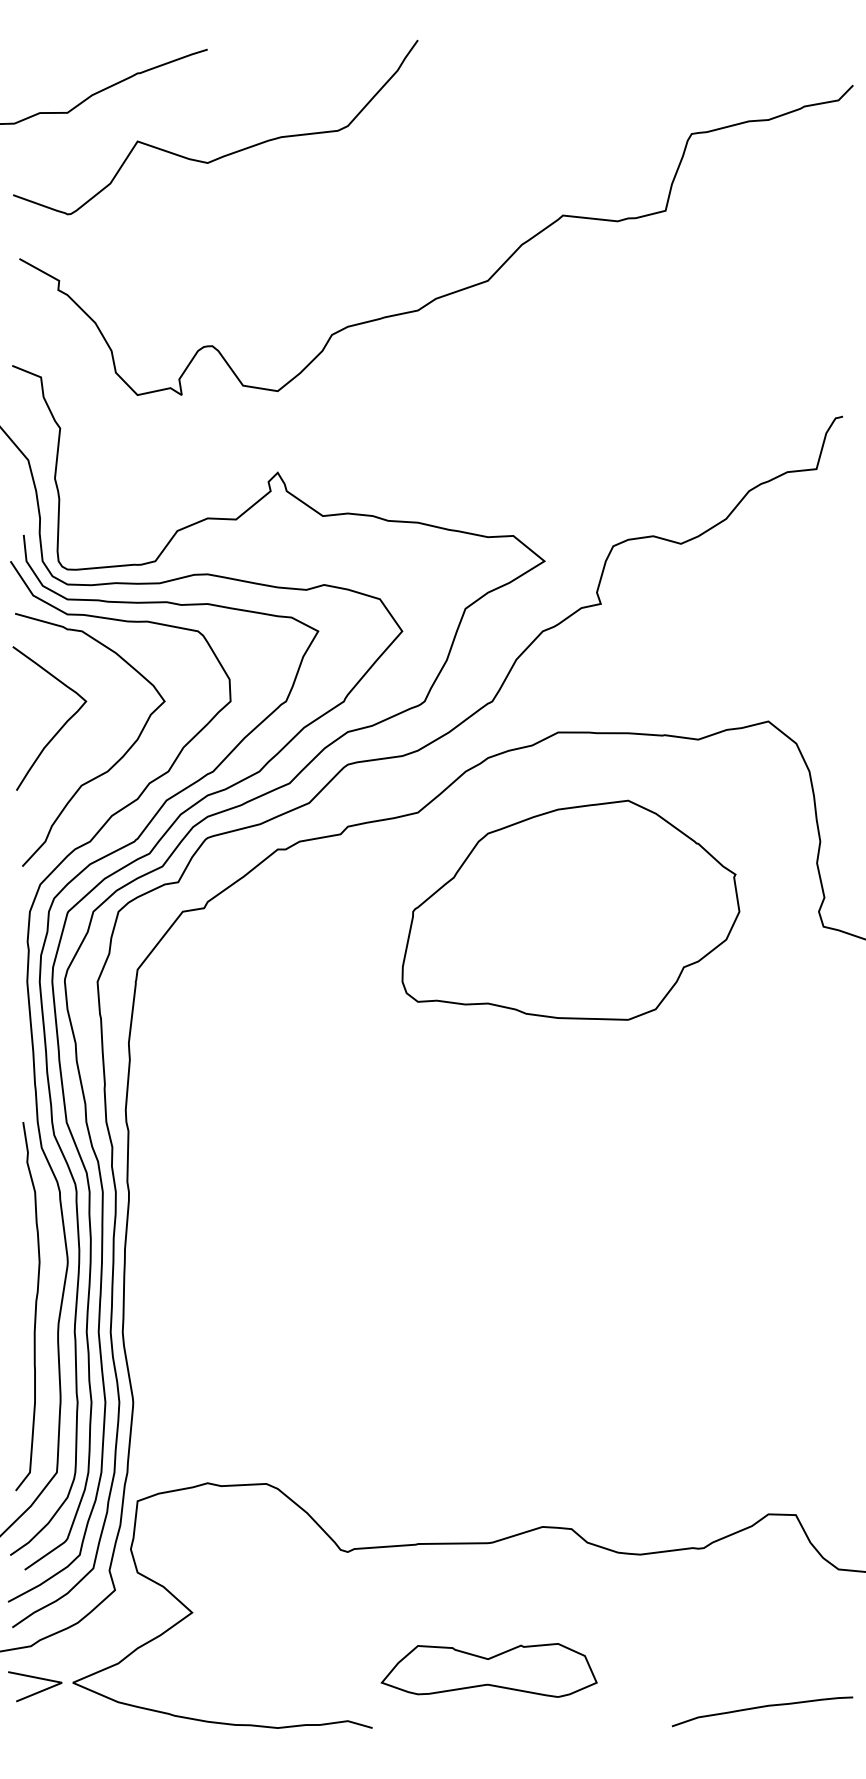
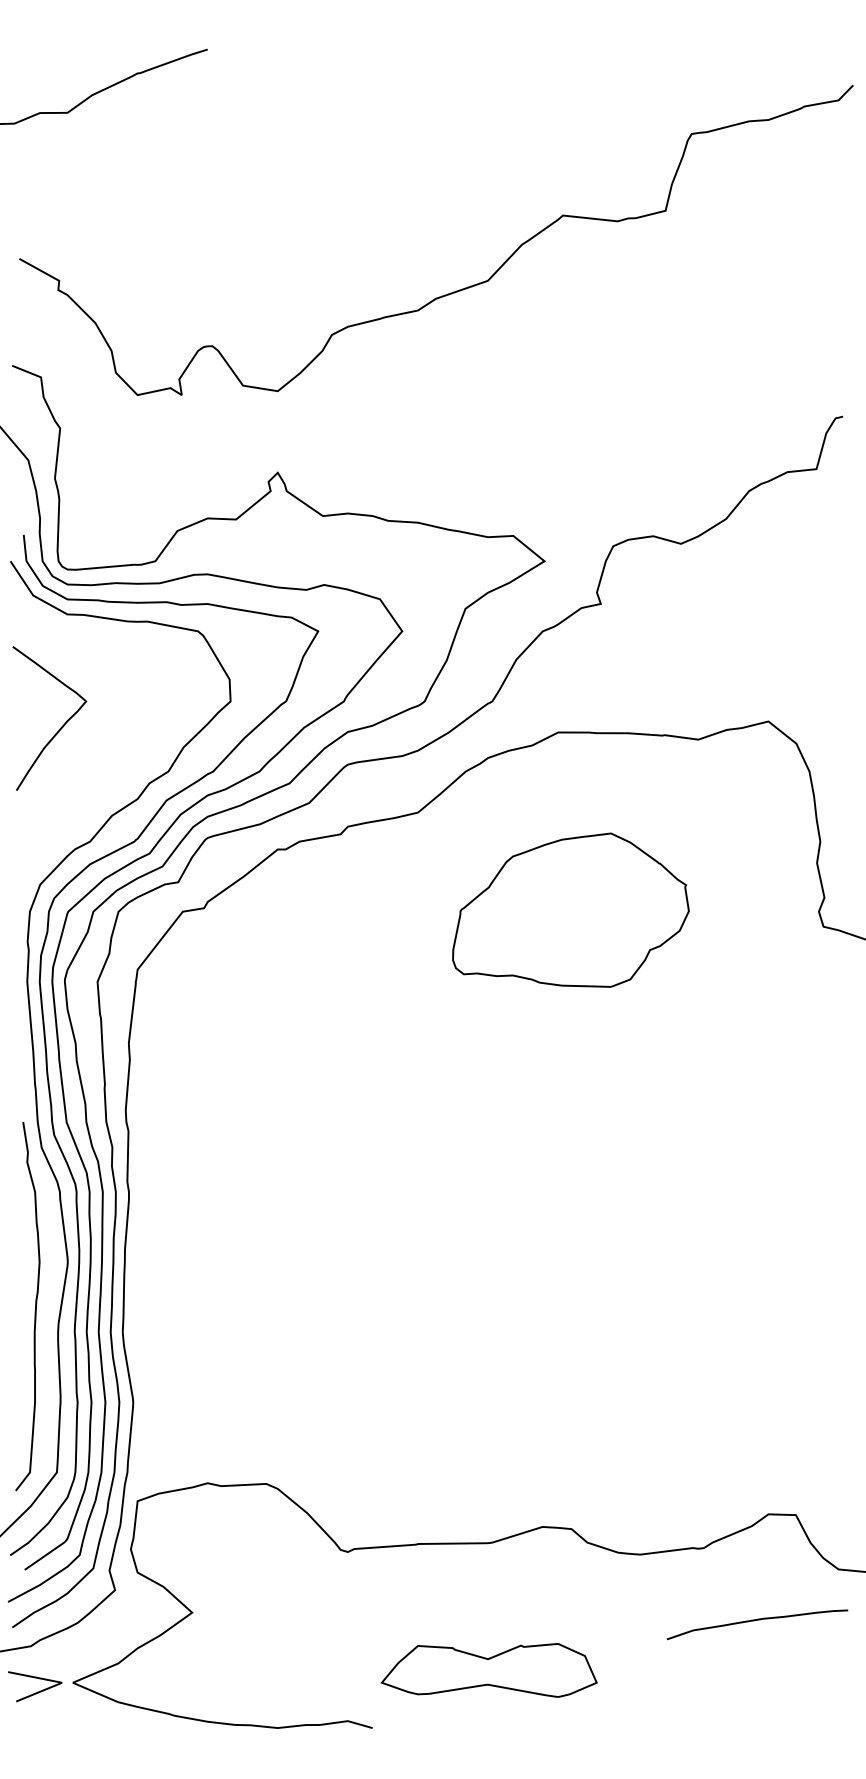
curve at (225, 154): present -> none
curve at (114, 763): present -> none
part at (570, 909) size: 340x222 px -> 238x156 px
curve at (762, 1707) position: (762, 1707) -> (757, 1620)
